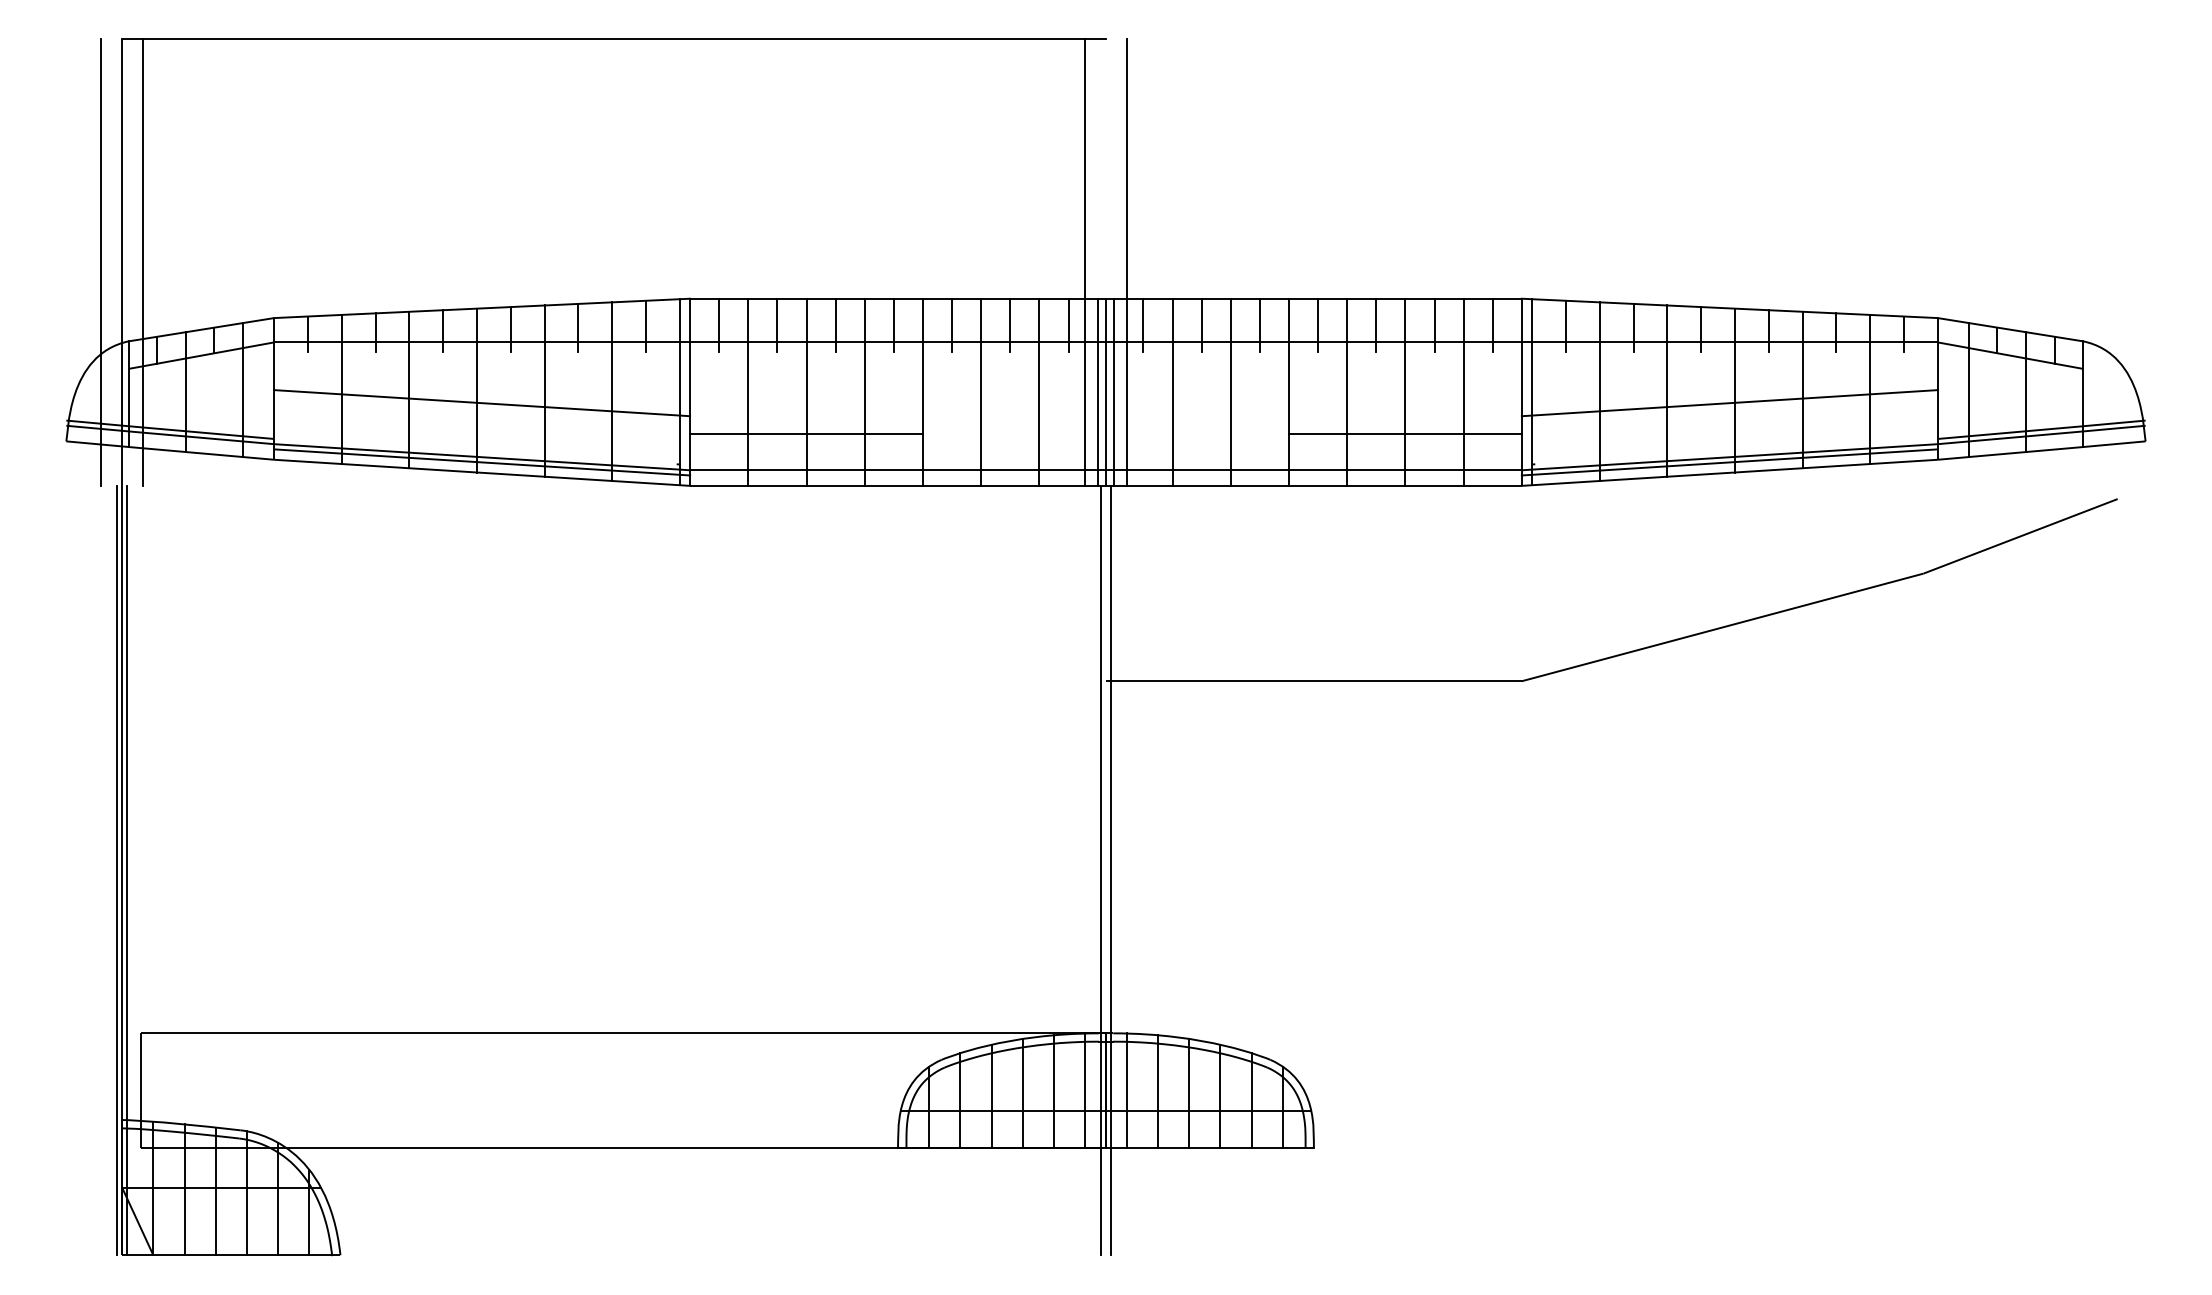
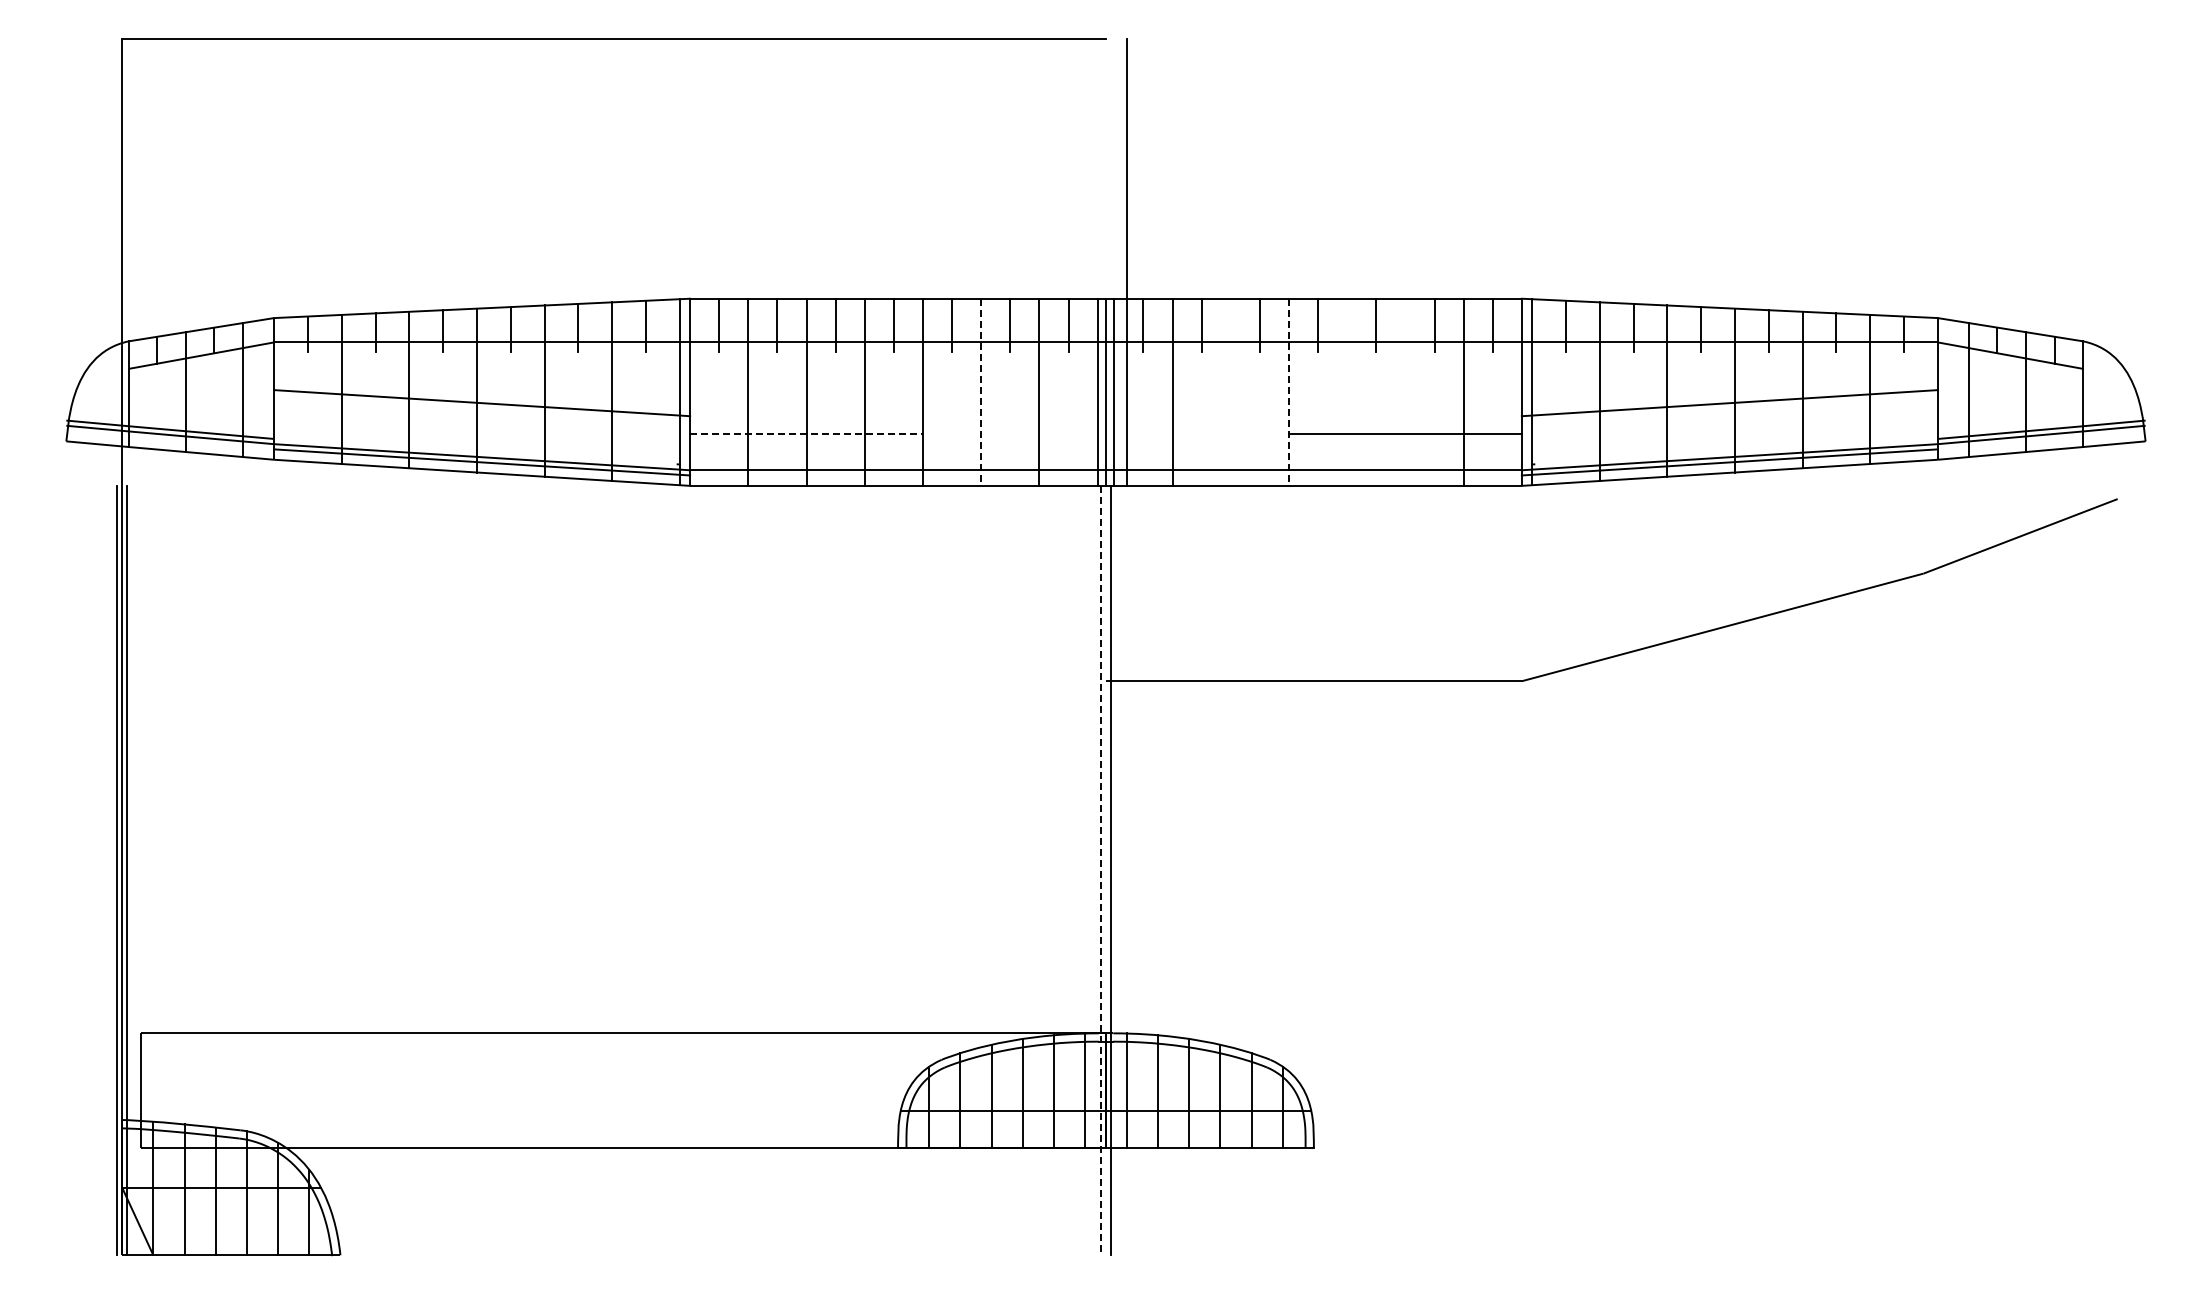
line at (101, 261): present -> none
line at (142, 261): present -> none
line at (1085, 261): present -> none
line at (1230, 391): present -> none
line at (1347, 391): present -> none
line at (1405, 391): present -> none
line at (981, 392): solid -> dashed
line at (1288, 392): solid -> dashed
line at (807, 433): solid -> dashed
line at (1100, 870): solid -> dashed
